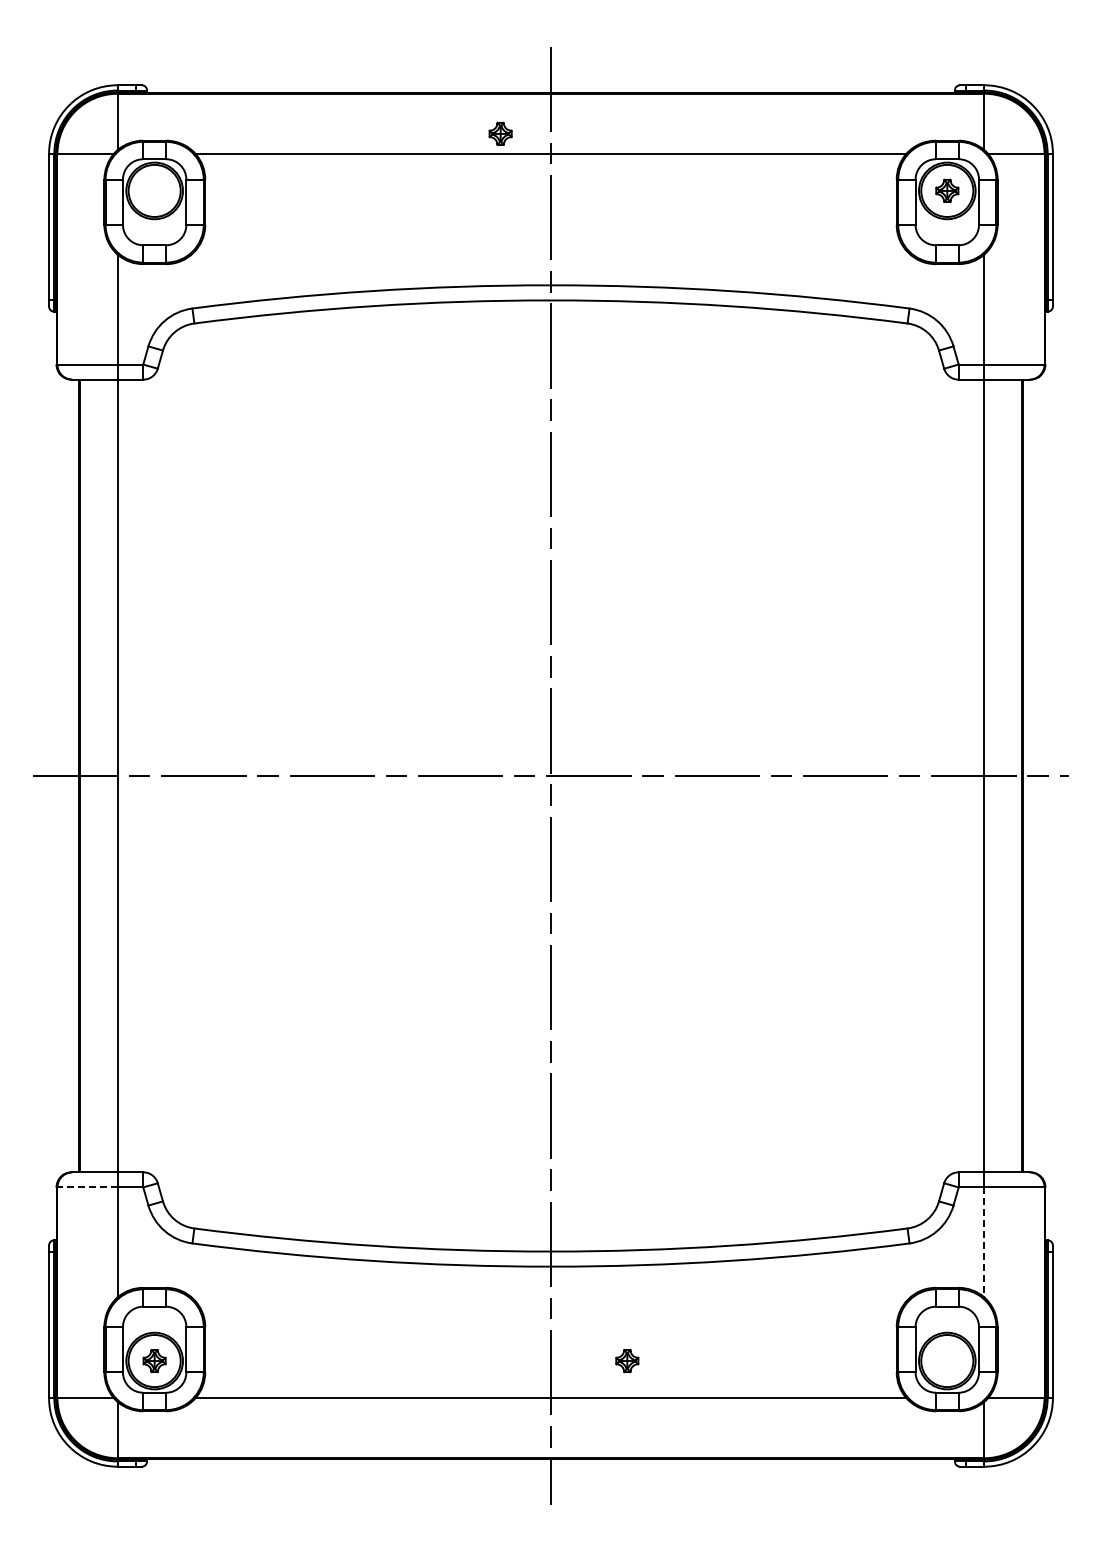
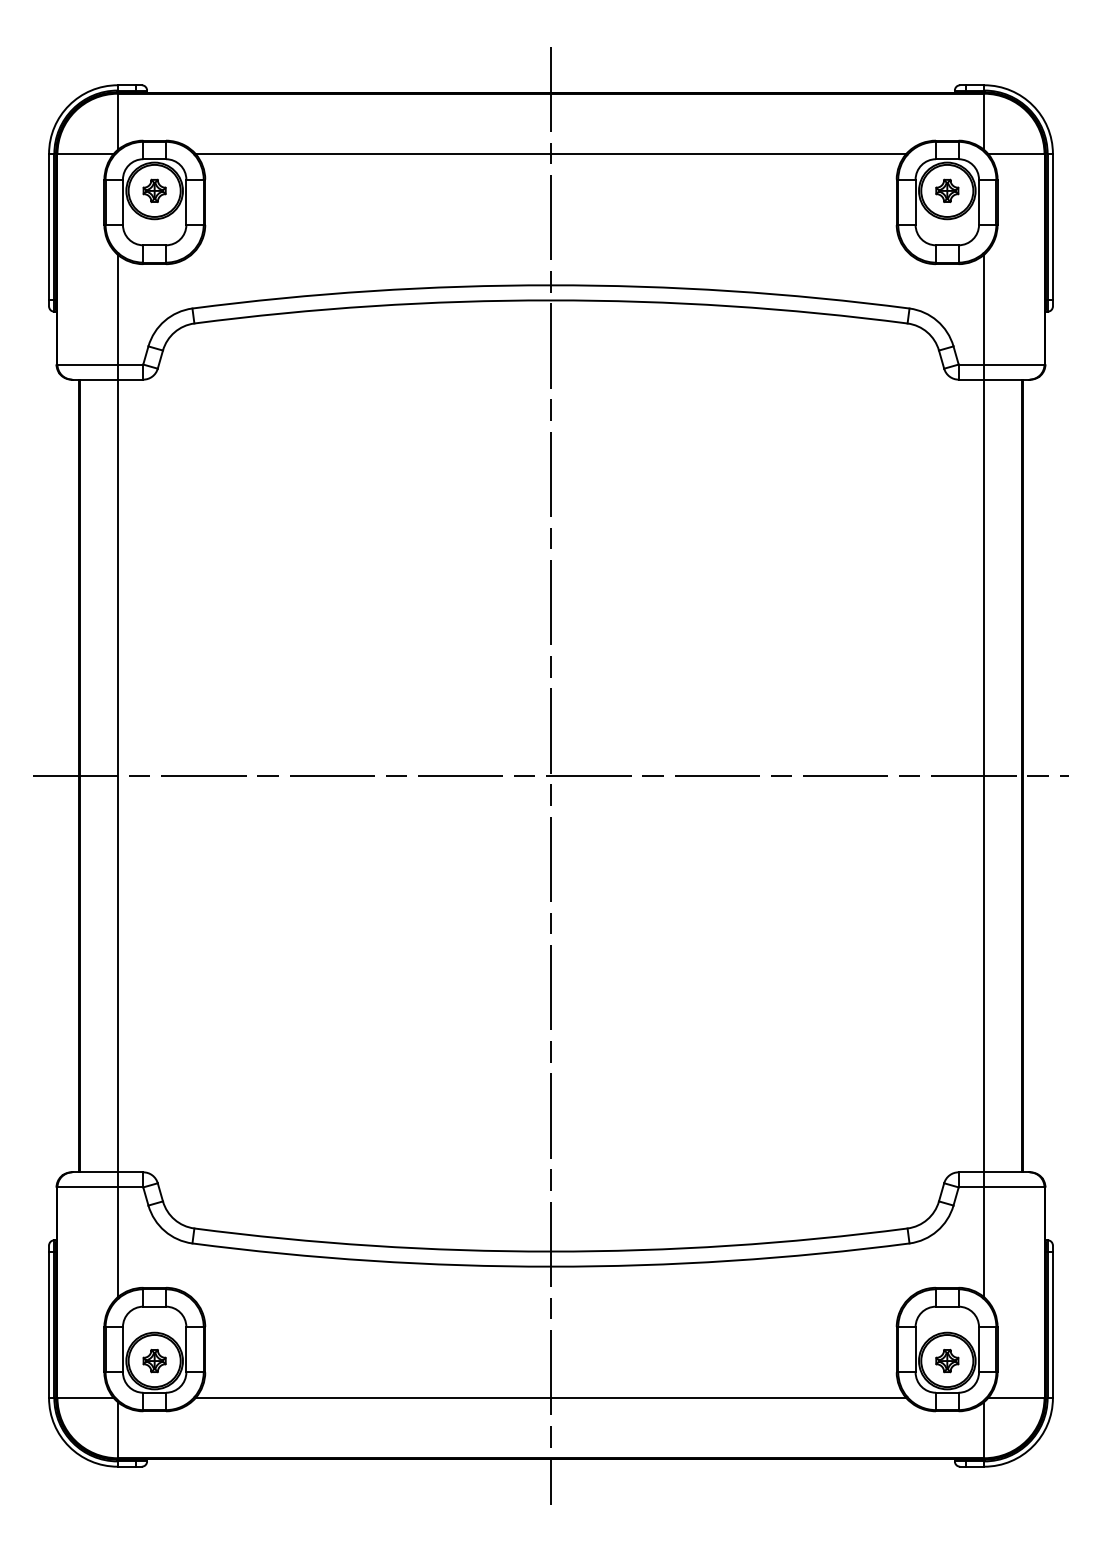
part at (500, 133) position: (500, 133) -> (154, 190)
line at (87, 1187): dashed -> solid
line at (984, 1242): dashed -> solid
part at (627, 1361) position: (627, 1361) -> (947, 1361)
